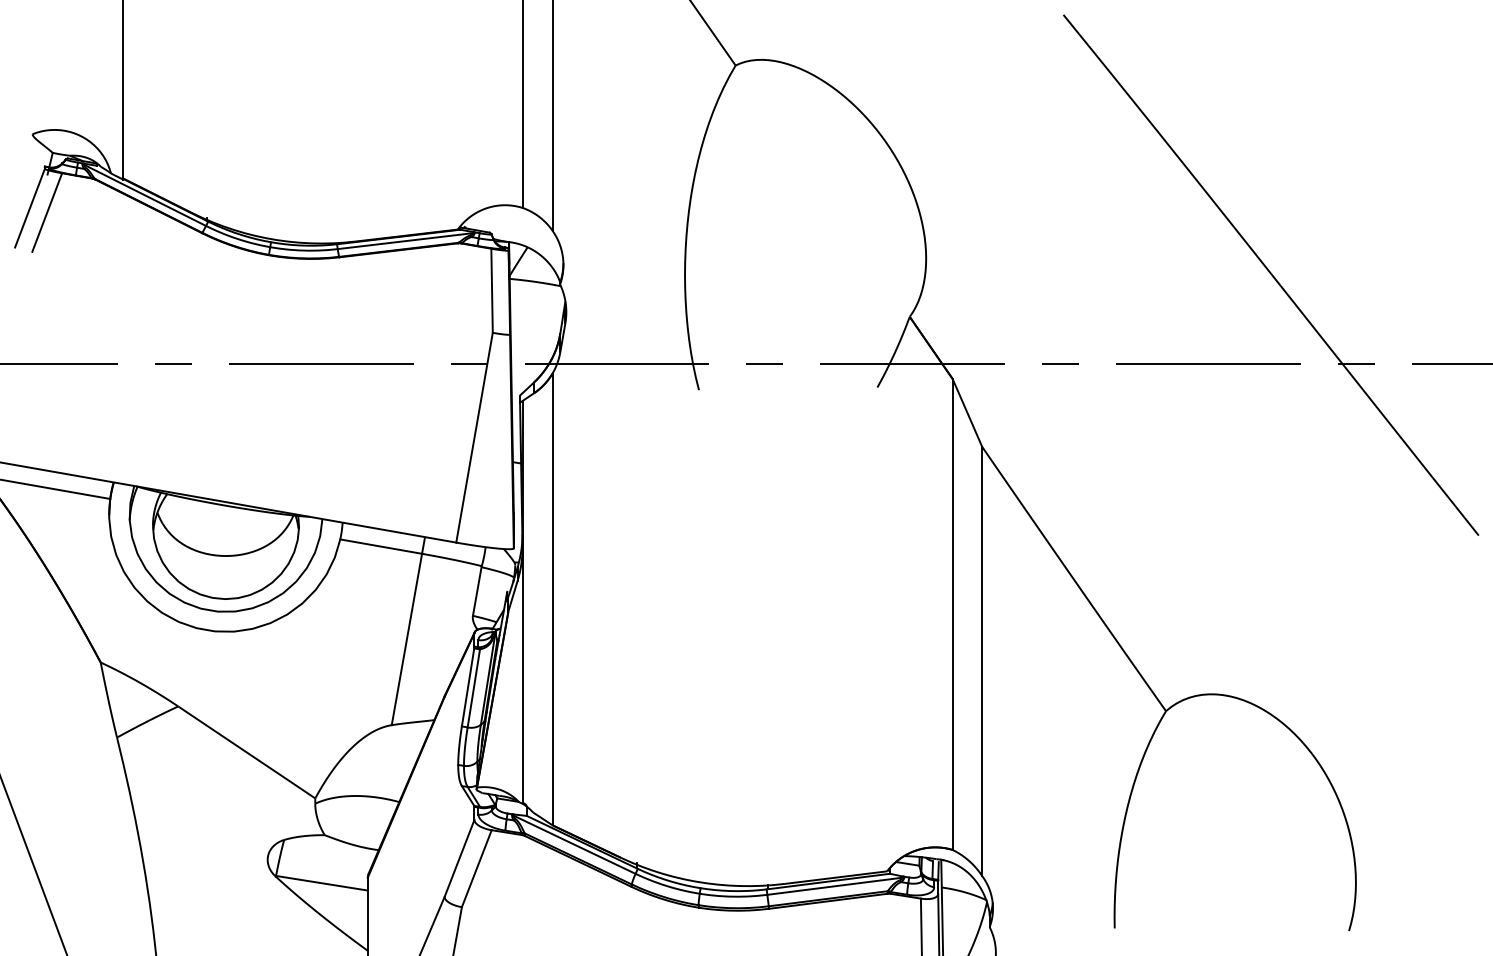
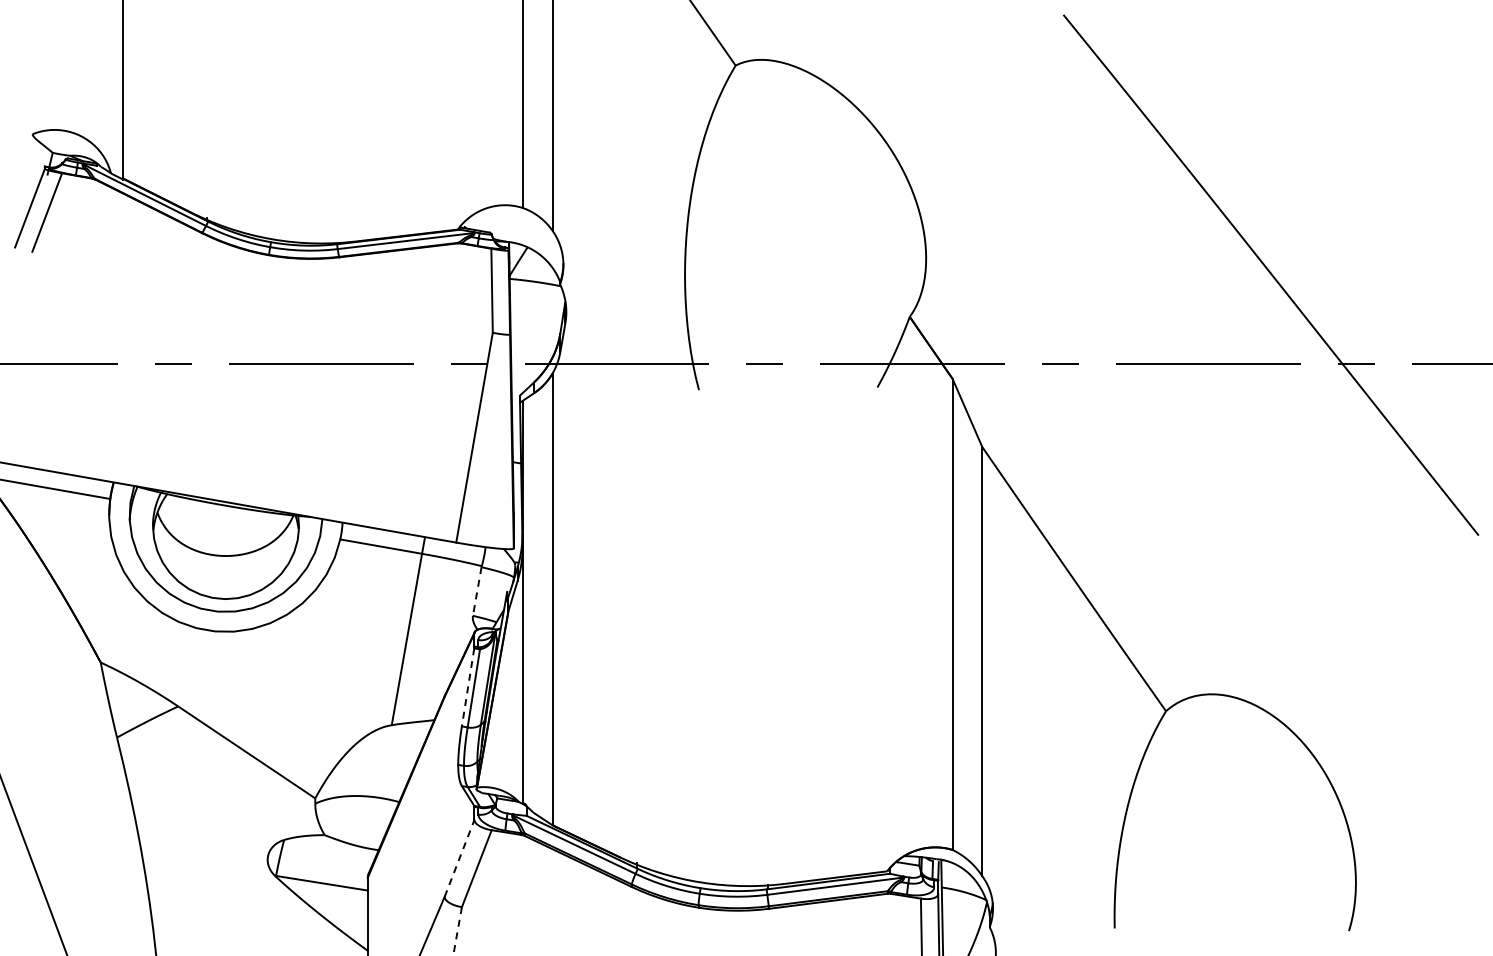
line at (477, 591): solid -> dashed
line at (468, 687): solid -> dashed
line at (459, 857): solid -> dashed
line at (457, 931): solid -> dashed
